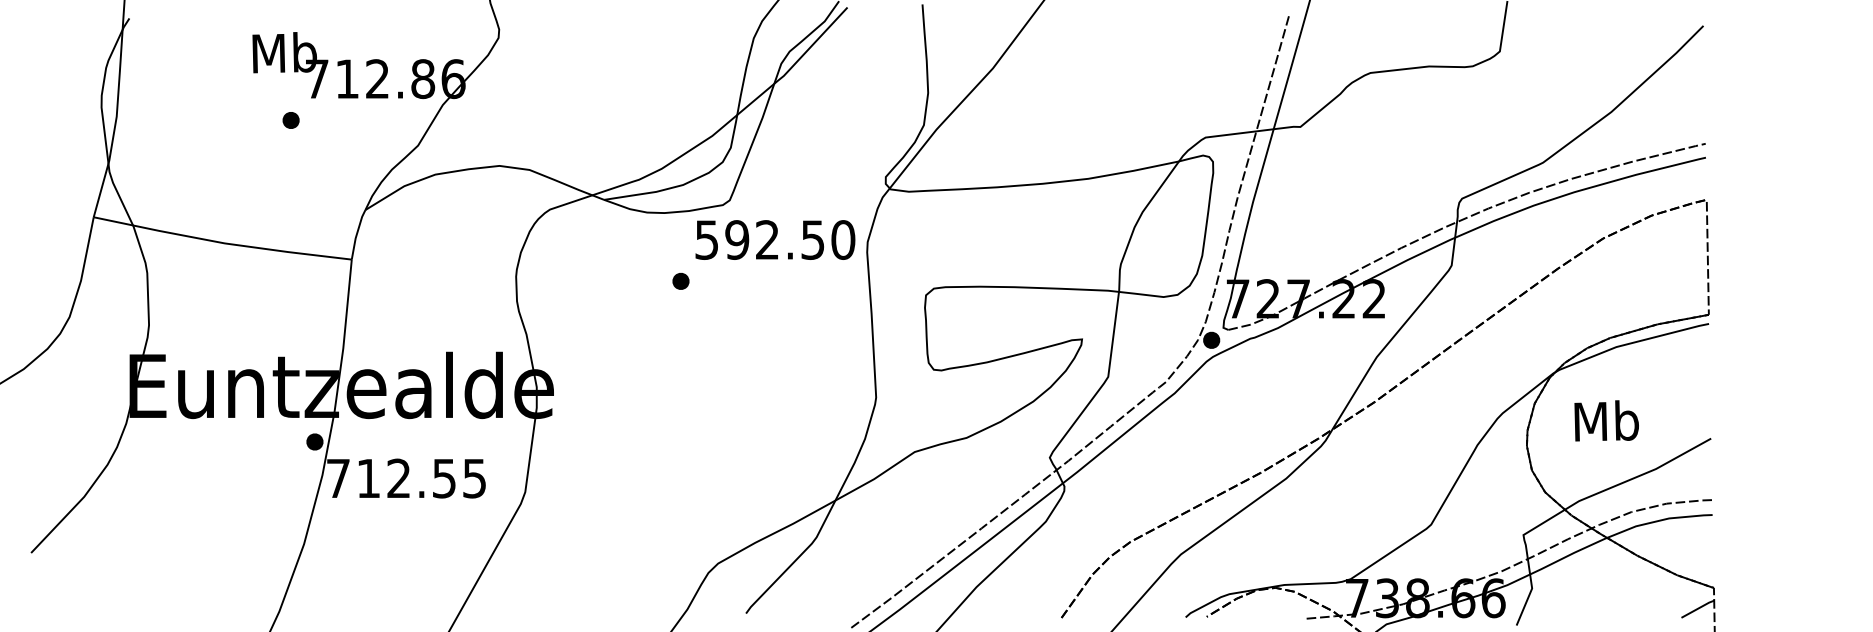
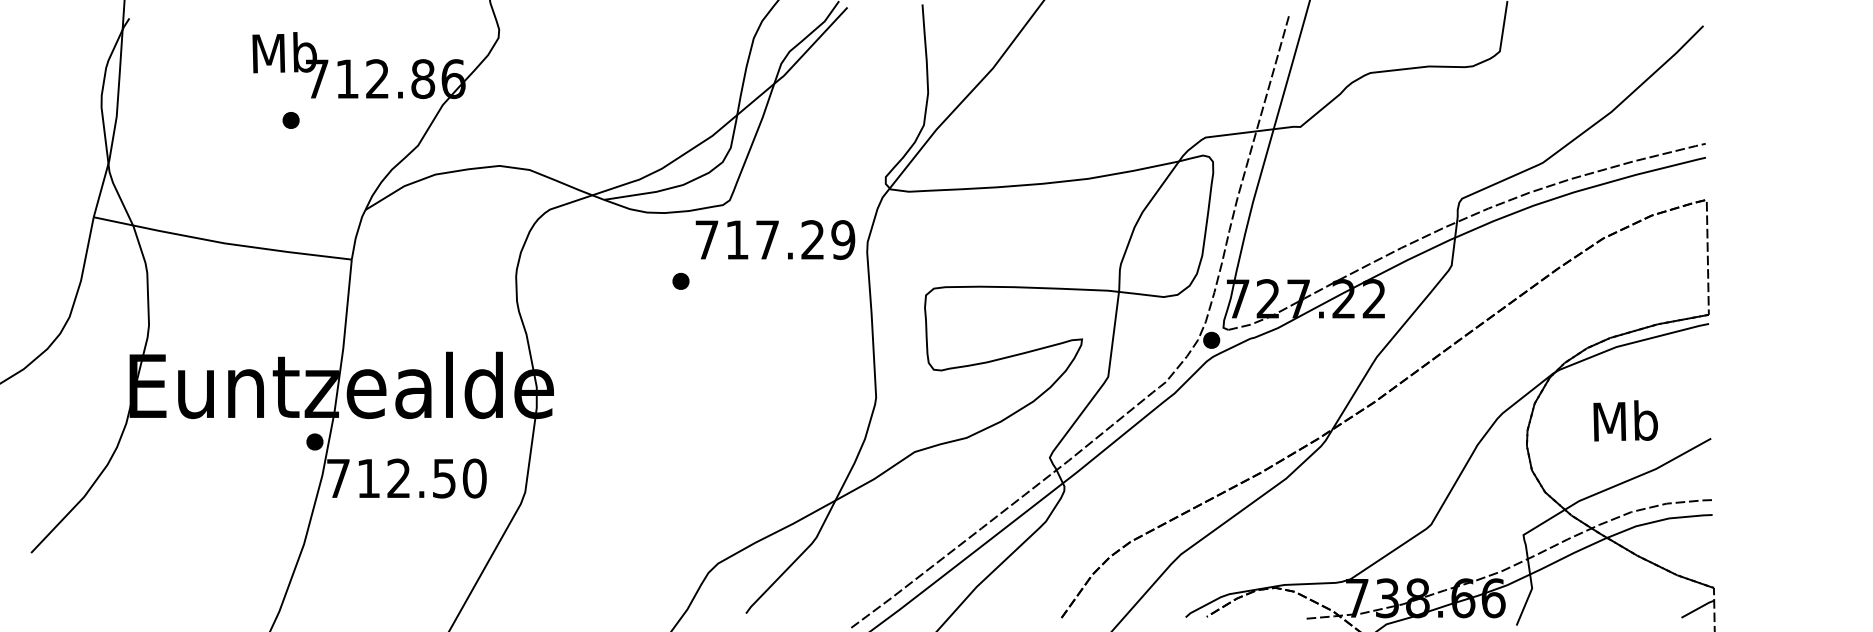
text at (775, 239): 592.50 -> 717.29
text at (1606, 420) position: (1606, 420) -> (1625, 420)
text at (474, 478): 712.55 -> 712.50
